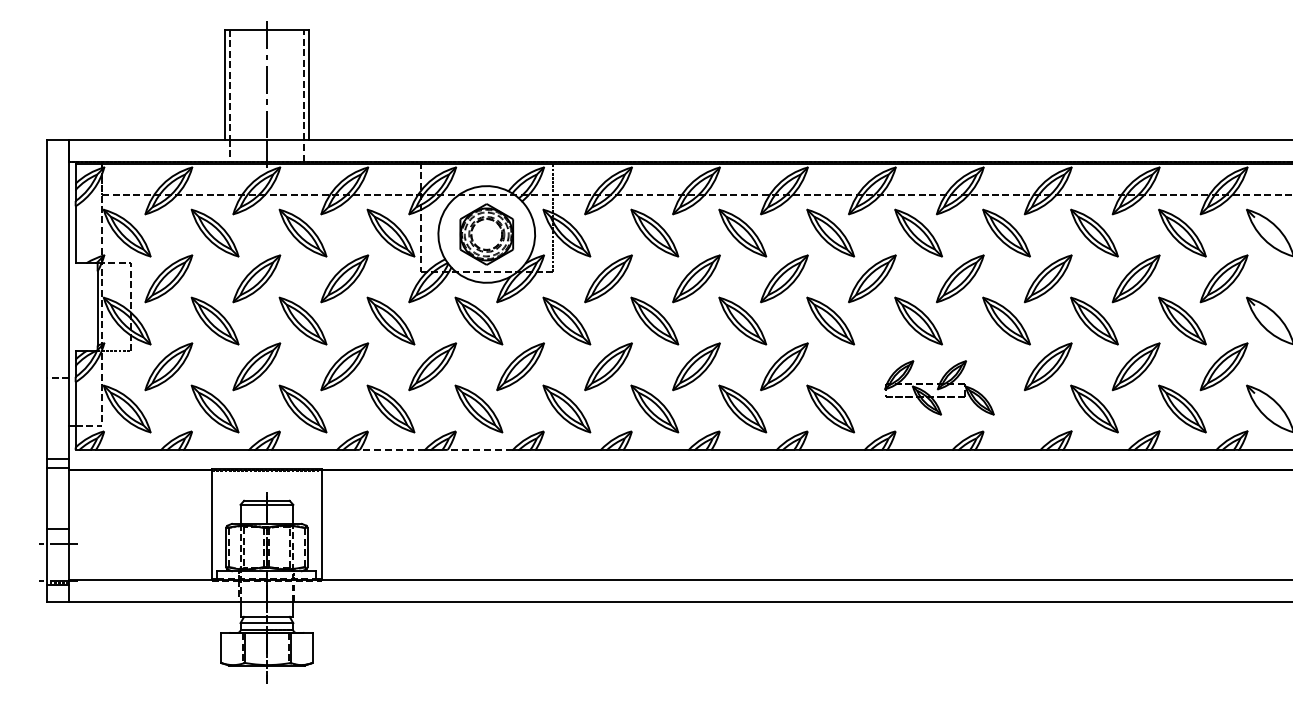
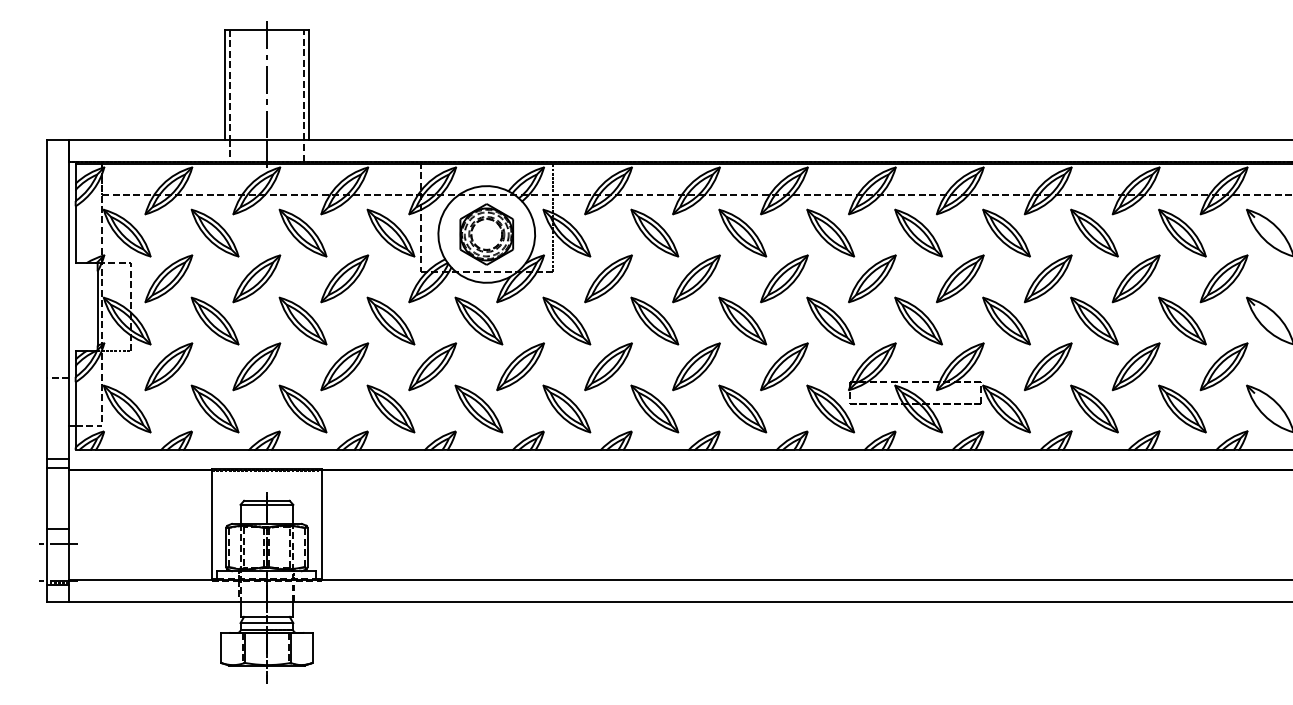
part at (939, 387) size: 111x56 px -> 183x92 px
line at (392, 449): dashed -> solid
line at (480, 449): dashed -> solid
